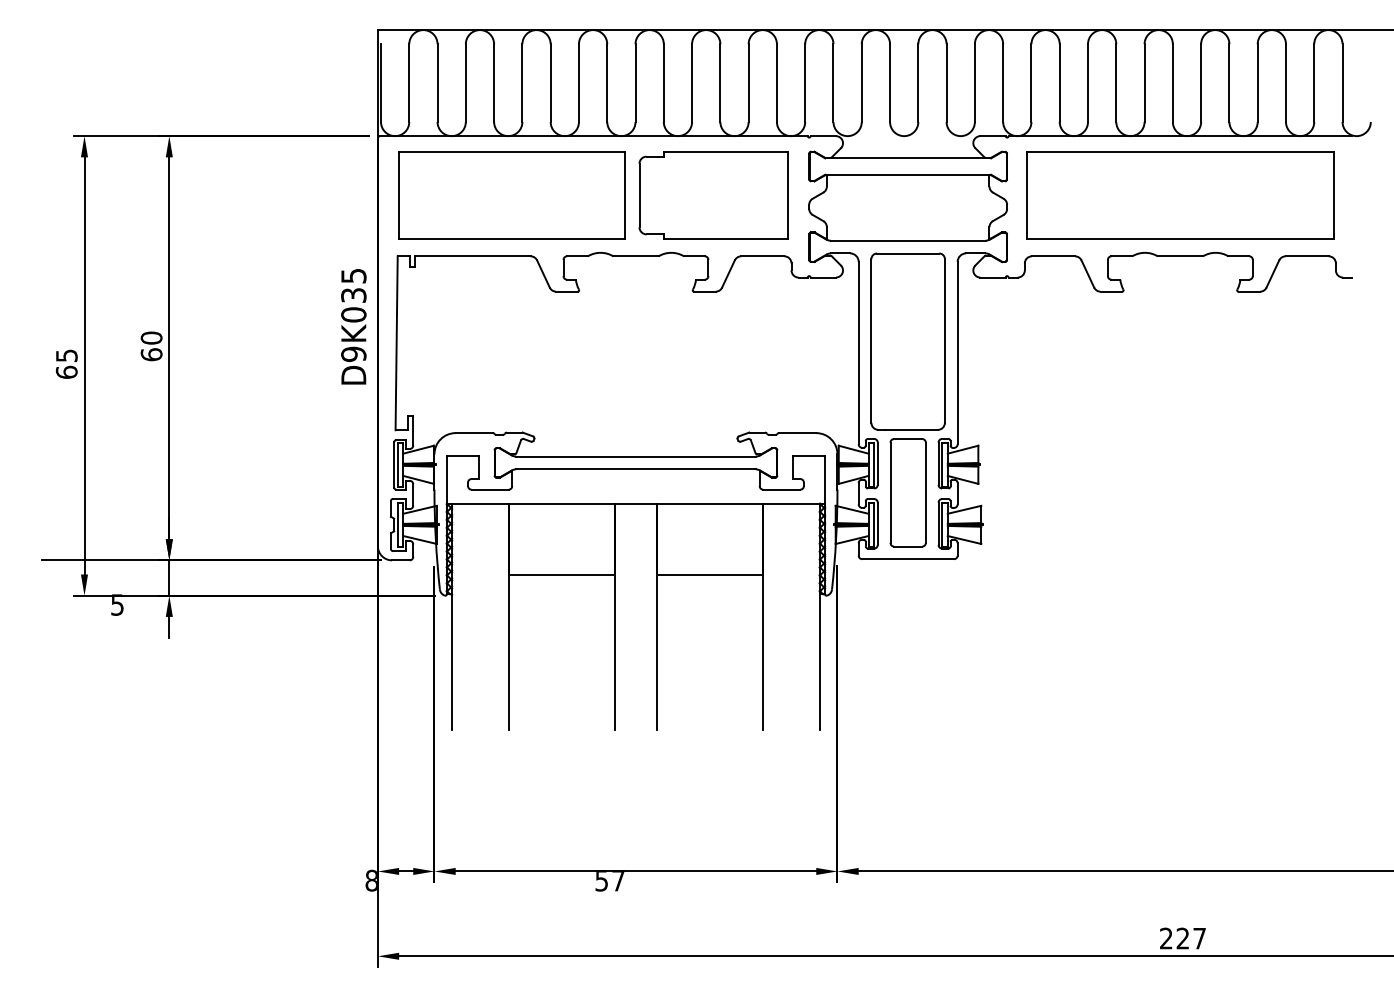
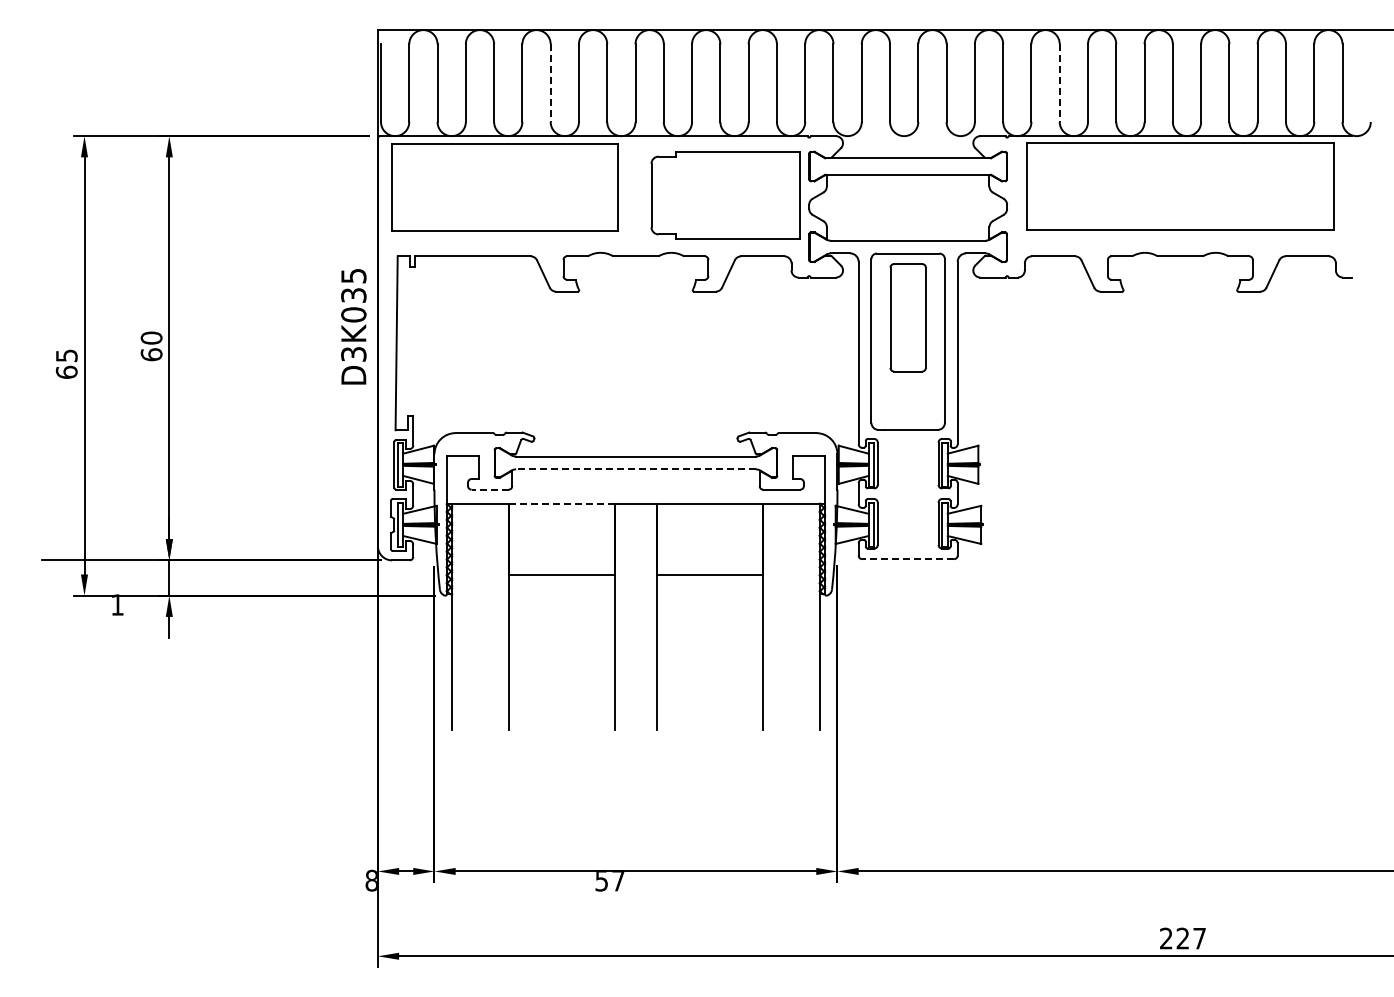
line at (550, 83): solid -> dashed
line at (1059, 83): solid -> dashed
part at (511, 195) position: (511, 195) -> (504, 187)
part at (713, 195) position: (713, 195) -> (725, 195)
part at (1180, 195) position: (1180, 195) -> (1180, 186)
text at (353, 354): D9K035 -> D3K035
line at (635, 469): solid -> dashed
line at (490, 489): solid -> dashed
part at (907, 492) position: (907, 492) -> (907, 317)
line at (561, 503): solid -> dashed
line at (908, 559): solid -> dashed
text at (117, 604): 5 -> 1
